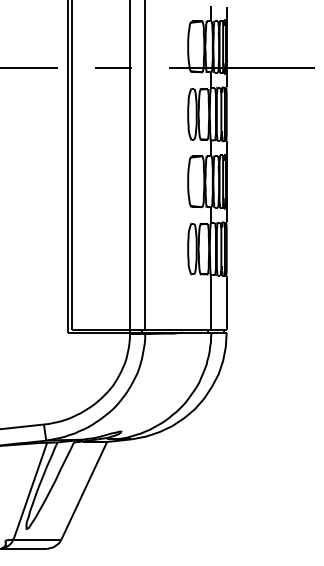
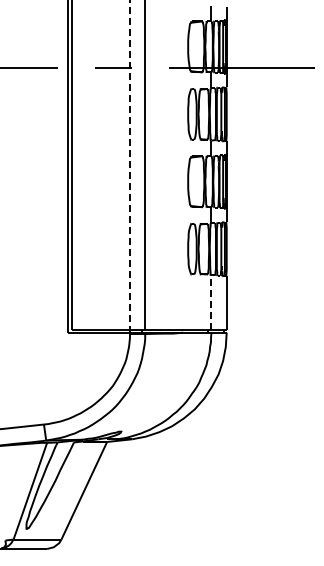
line at (129, 166): solid -> dashed
line at (211, 301): solid -> dashed
